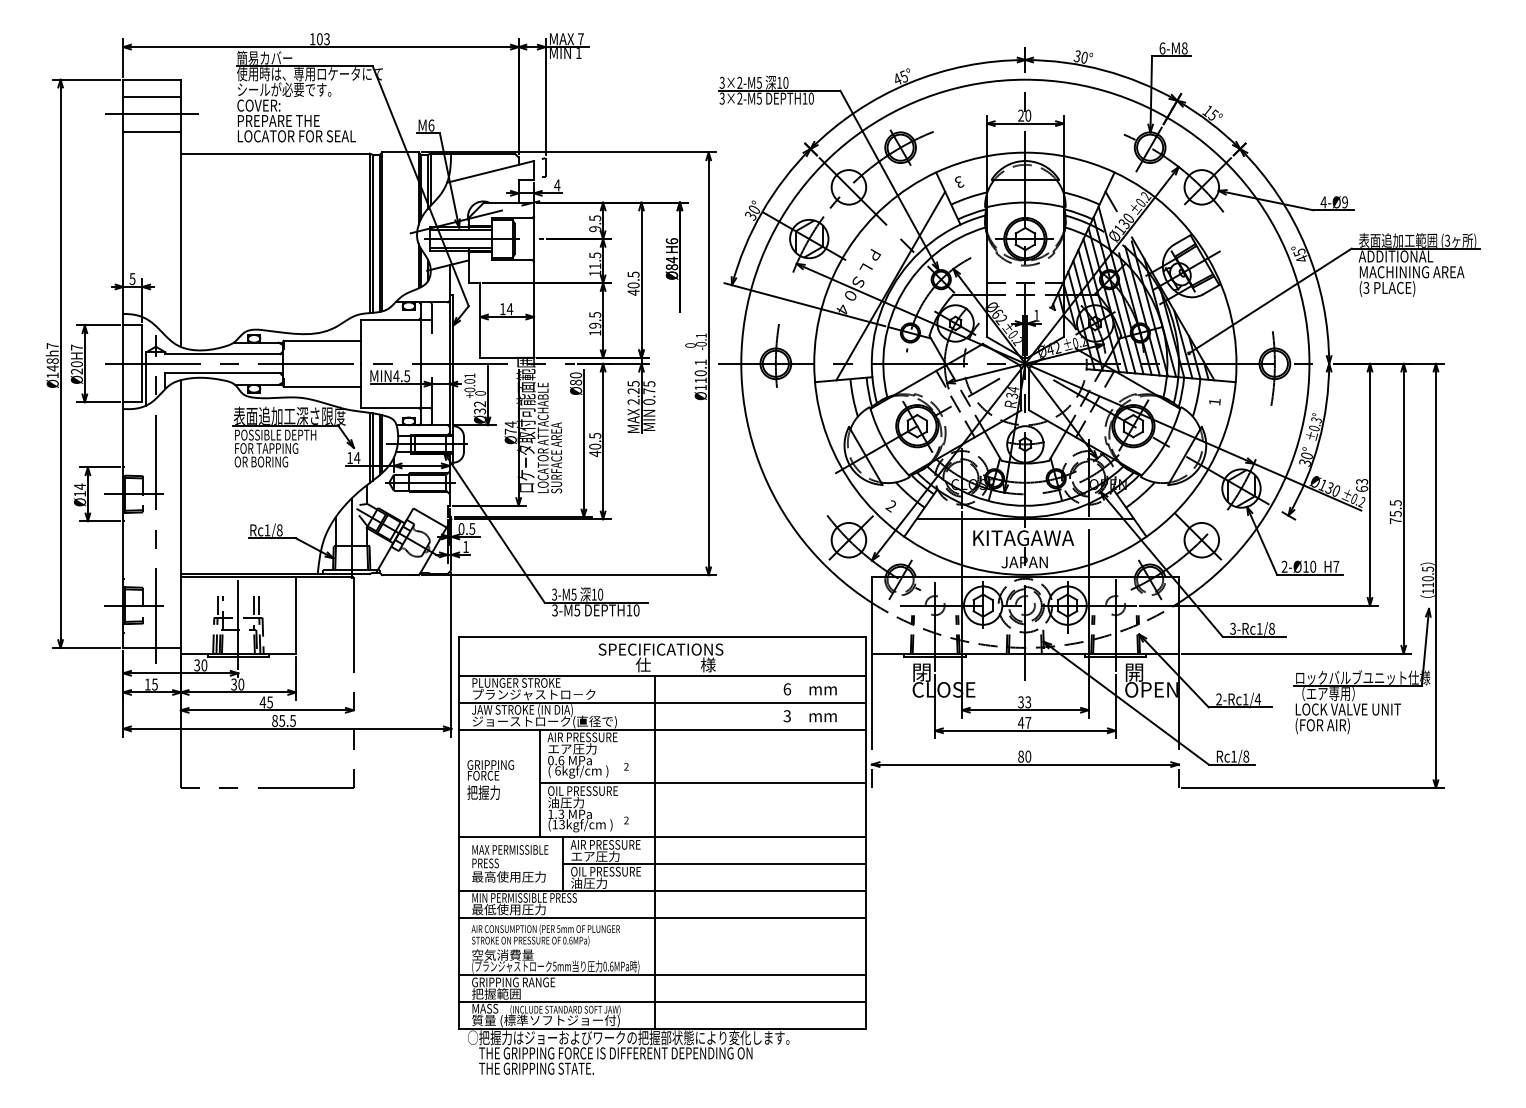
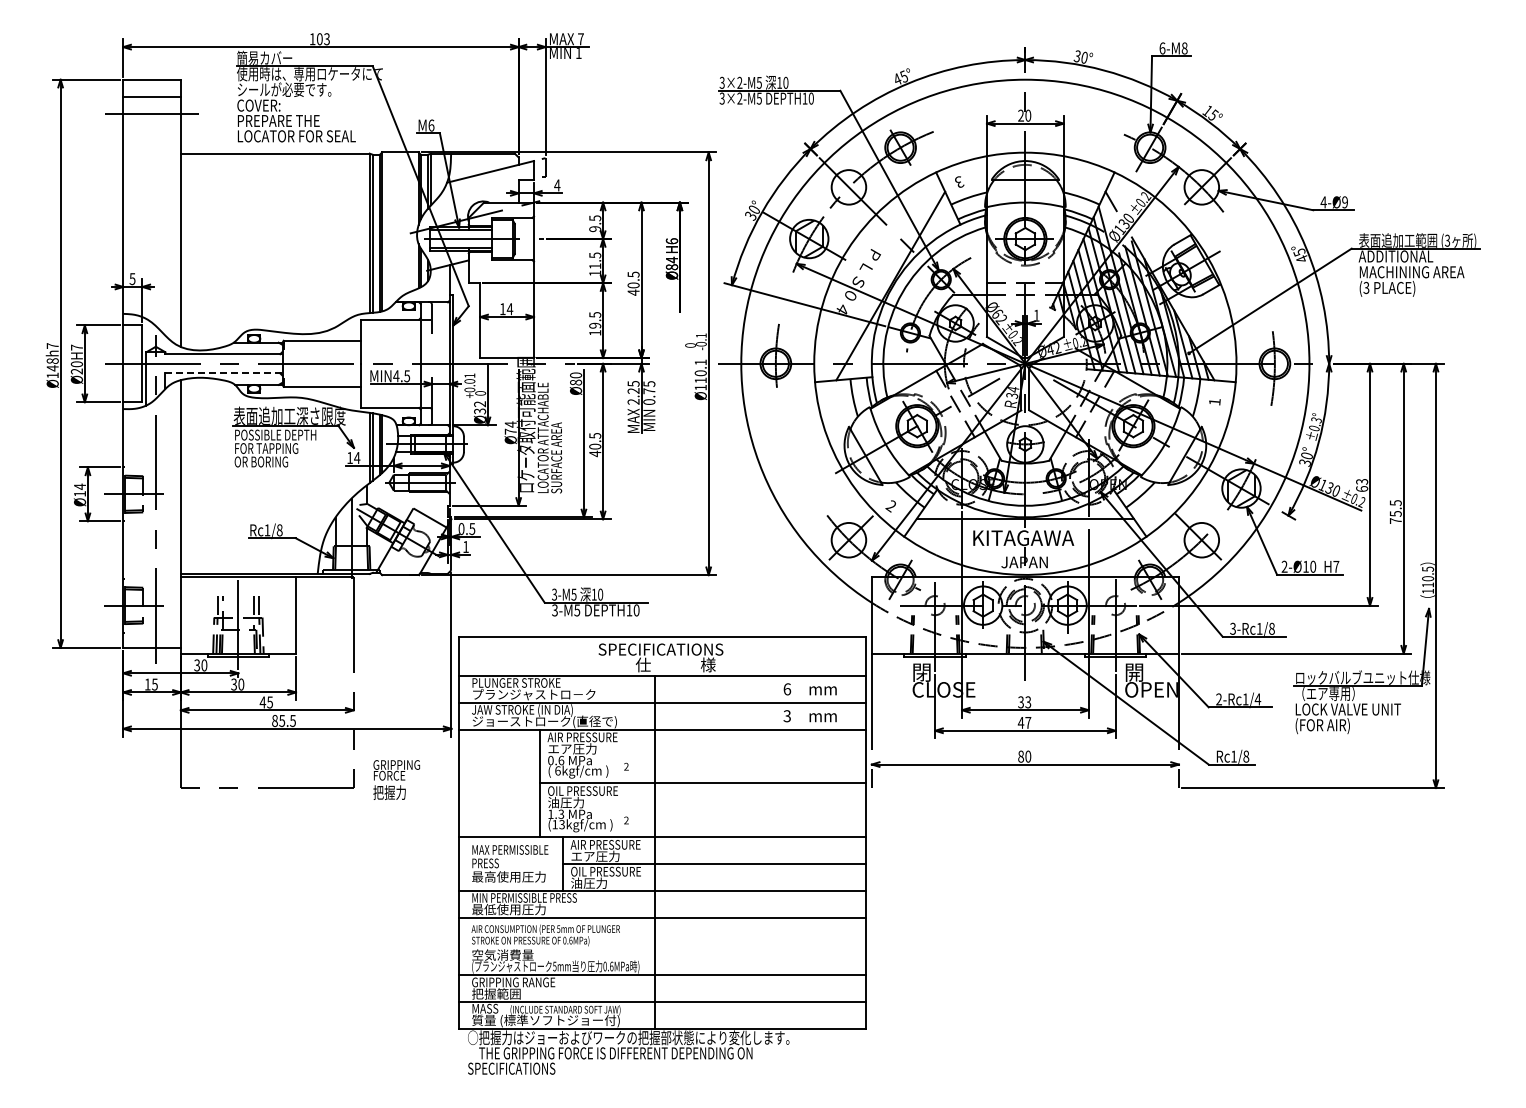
line at (151, 131): present -> none
line at (223, 373): solid -> dashed
text at (490, 779) position: (490, 779) -> (396, 779)
text at (530, 1068): THE GRIPPING STATE. -> SPECIFICATIONS
